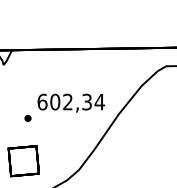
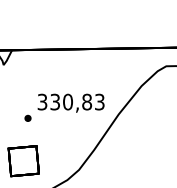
text at (71, 101): 602,34 -> 330,83
